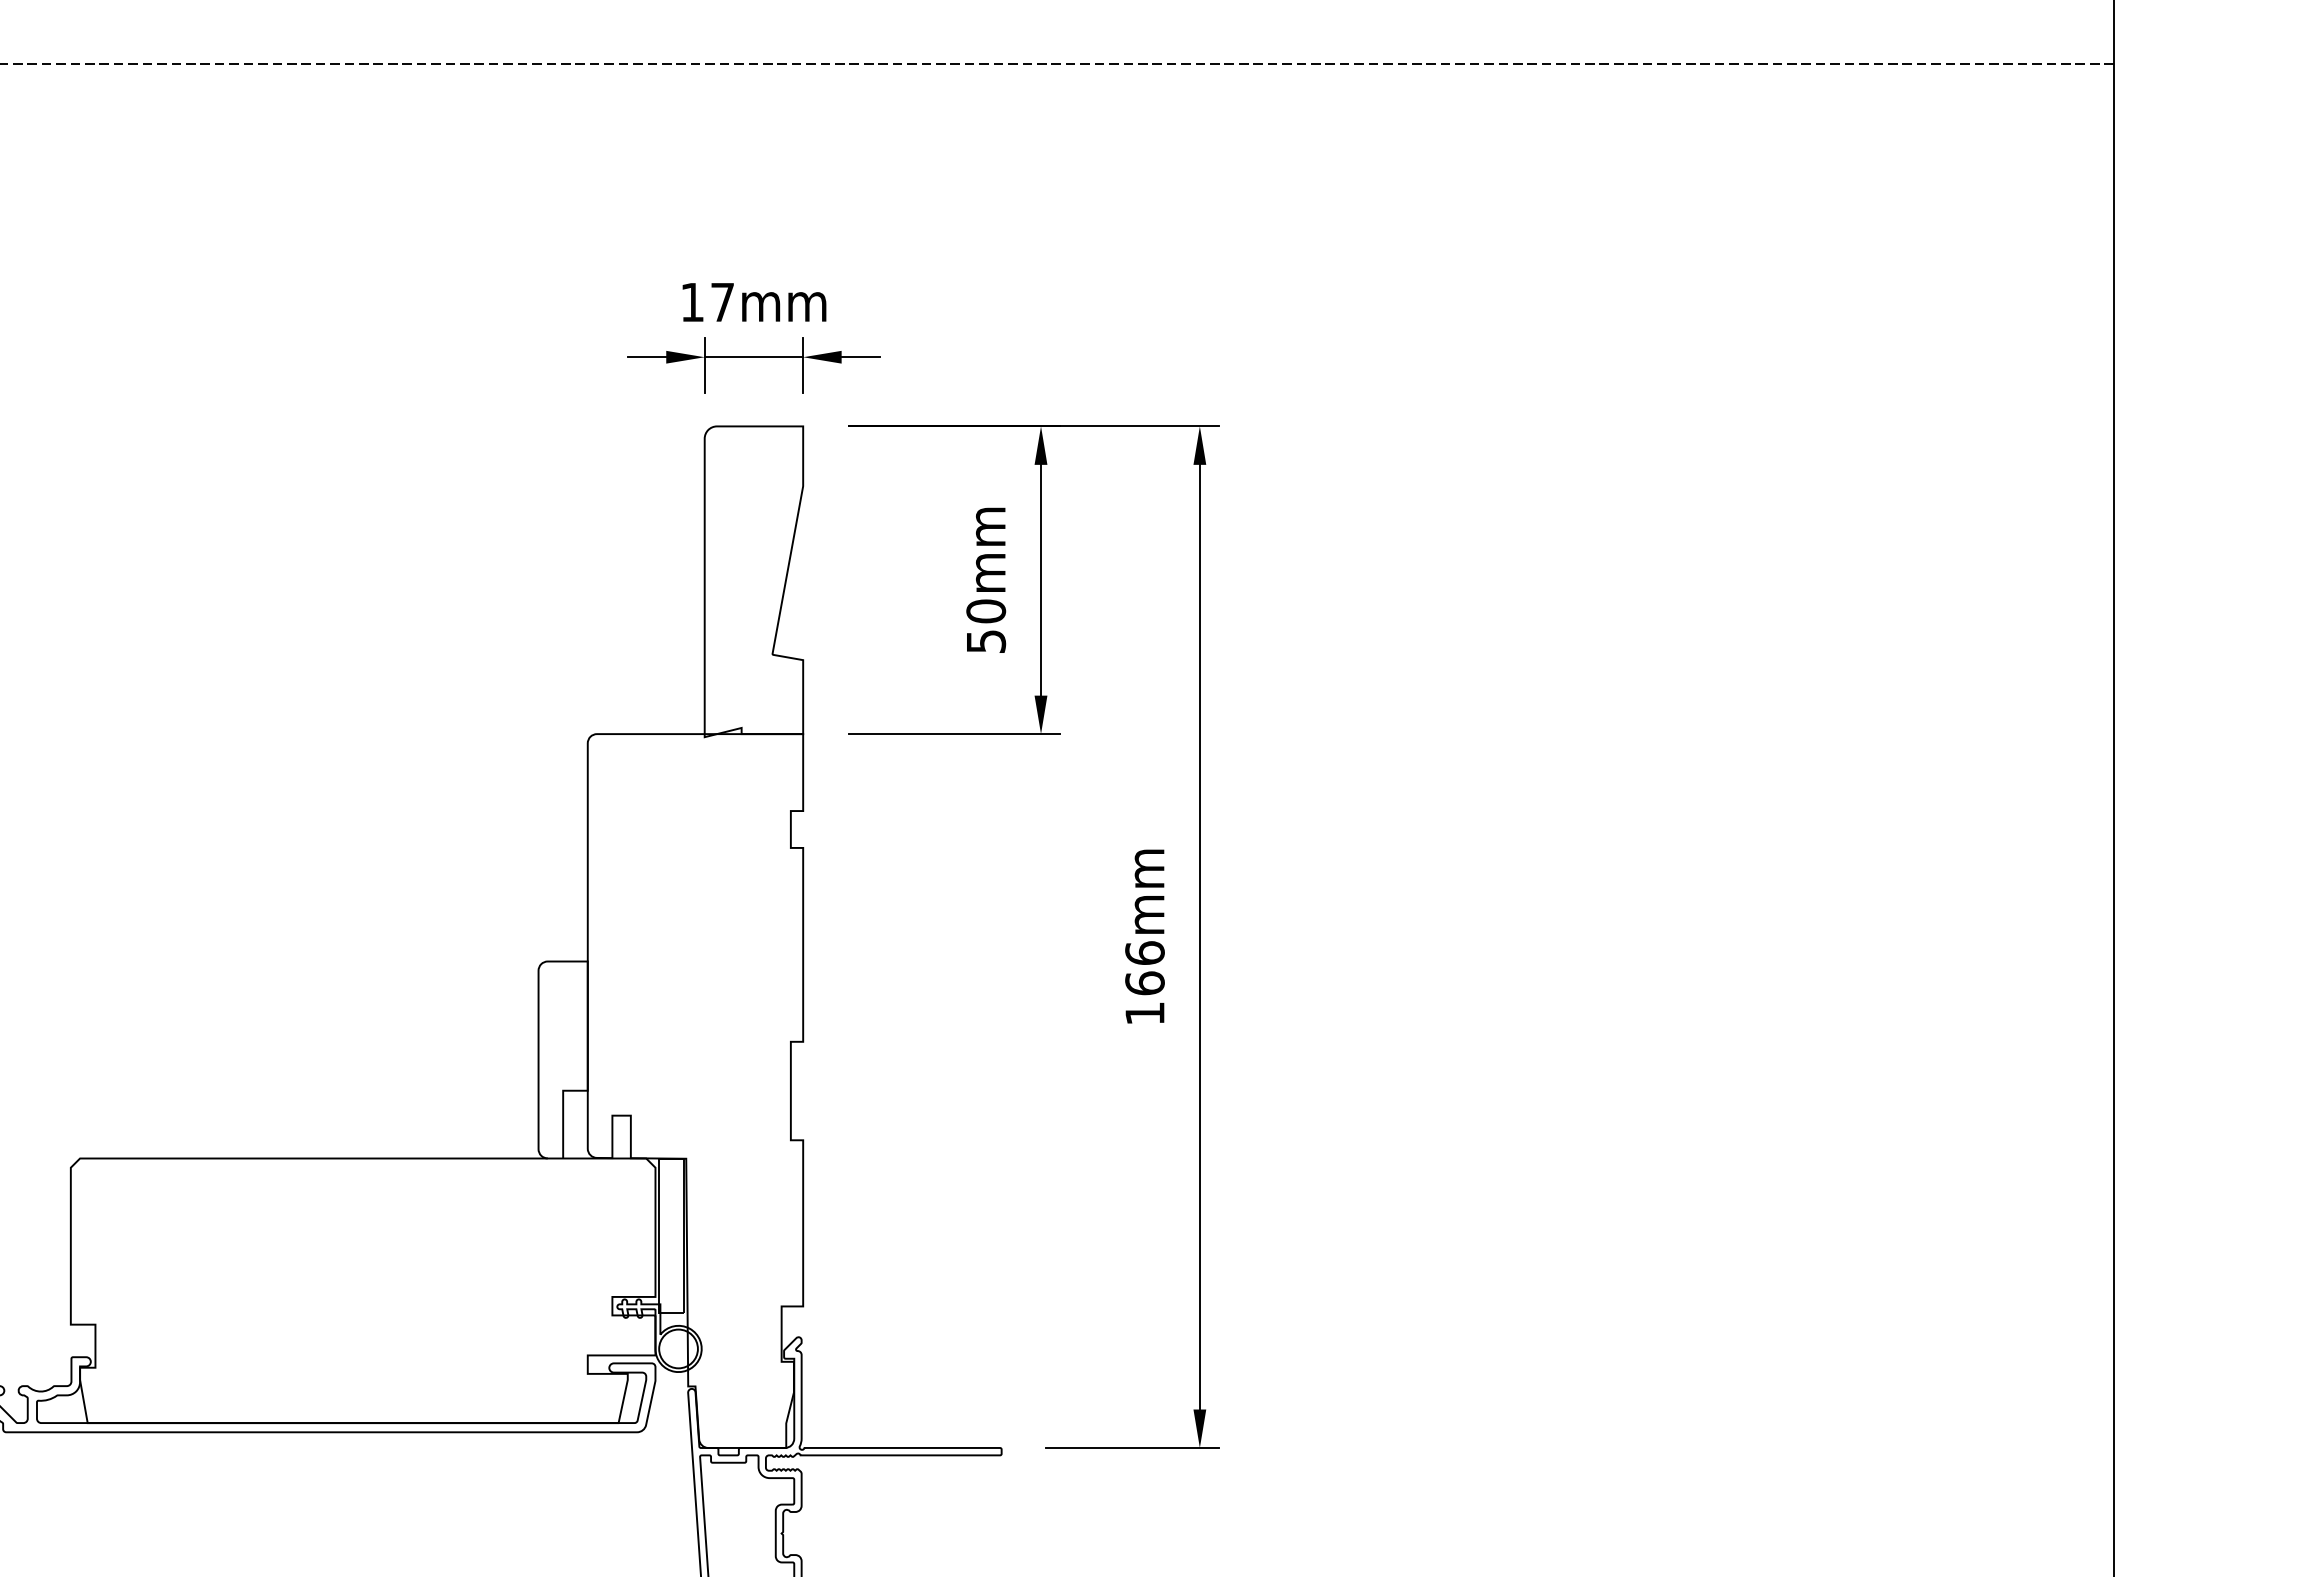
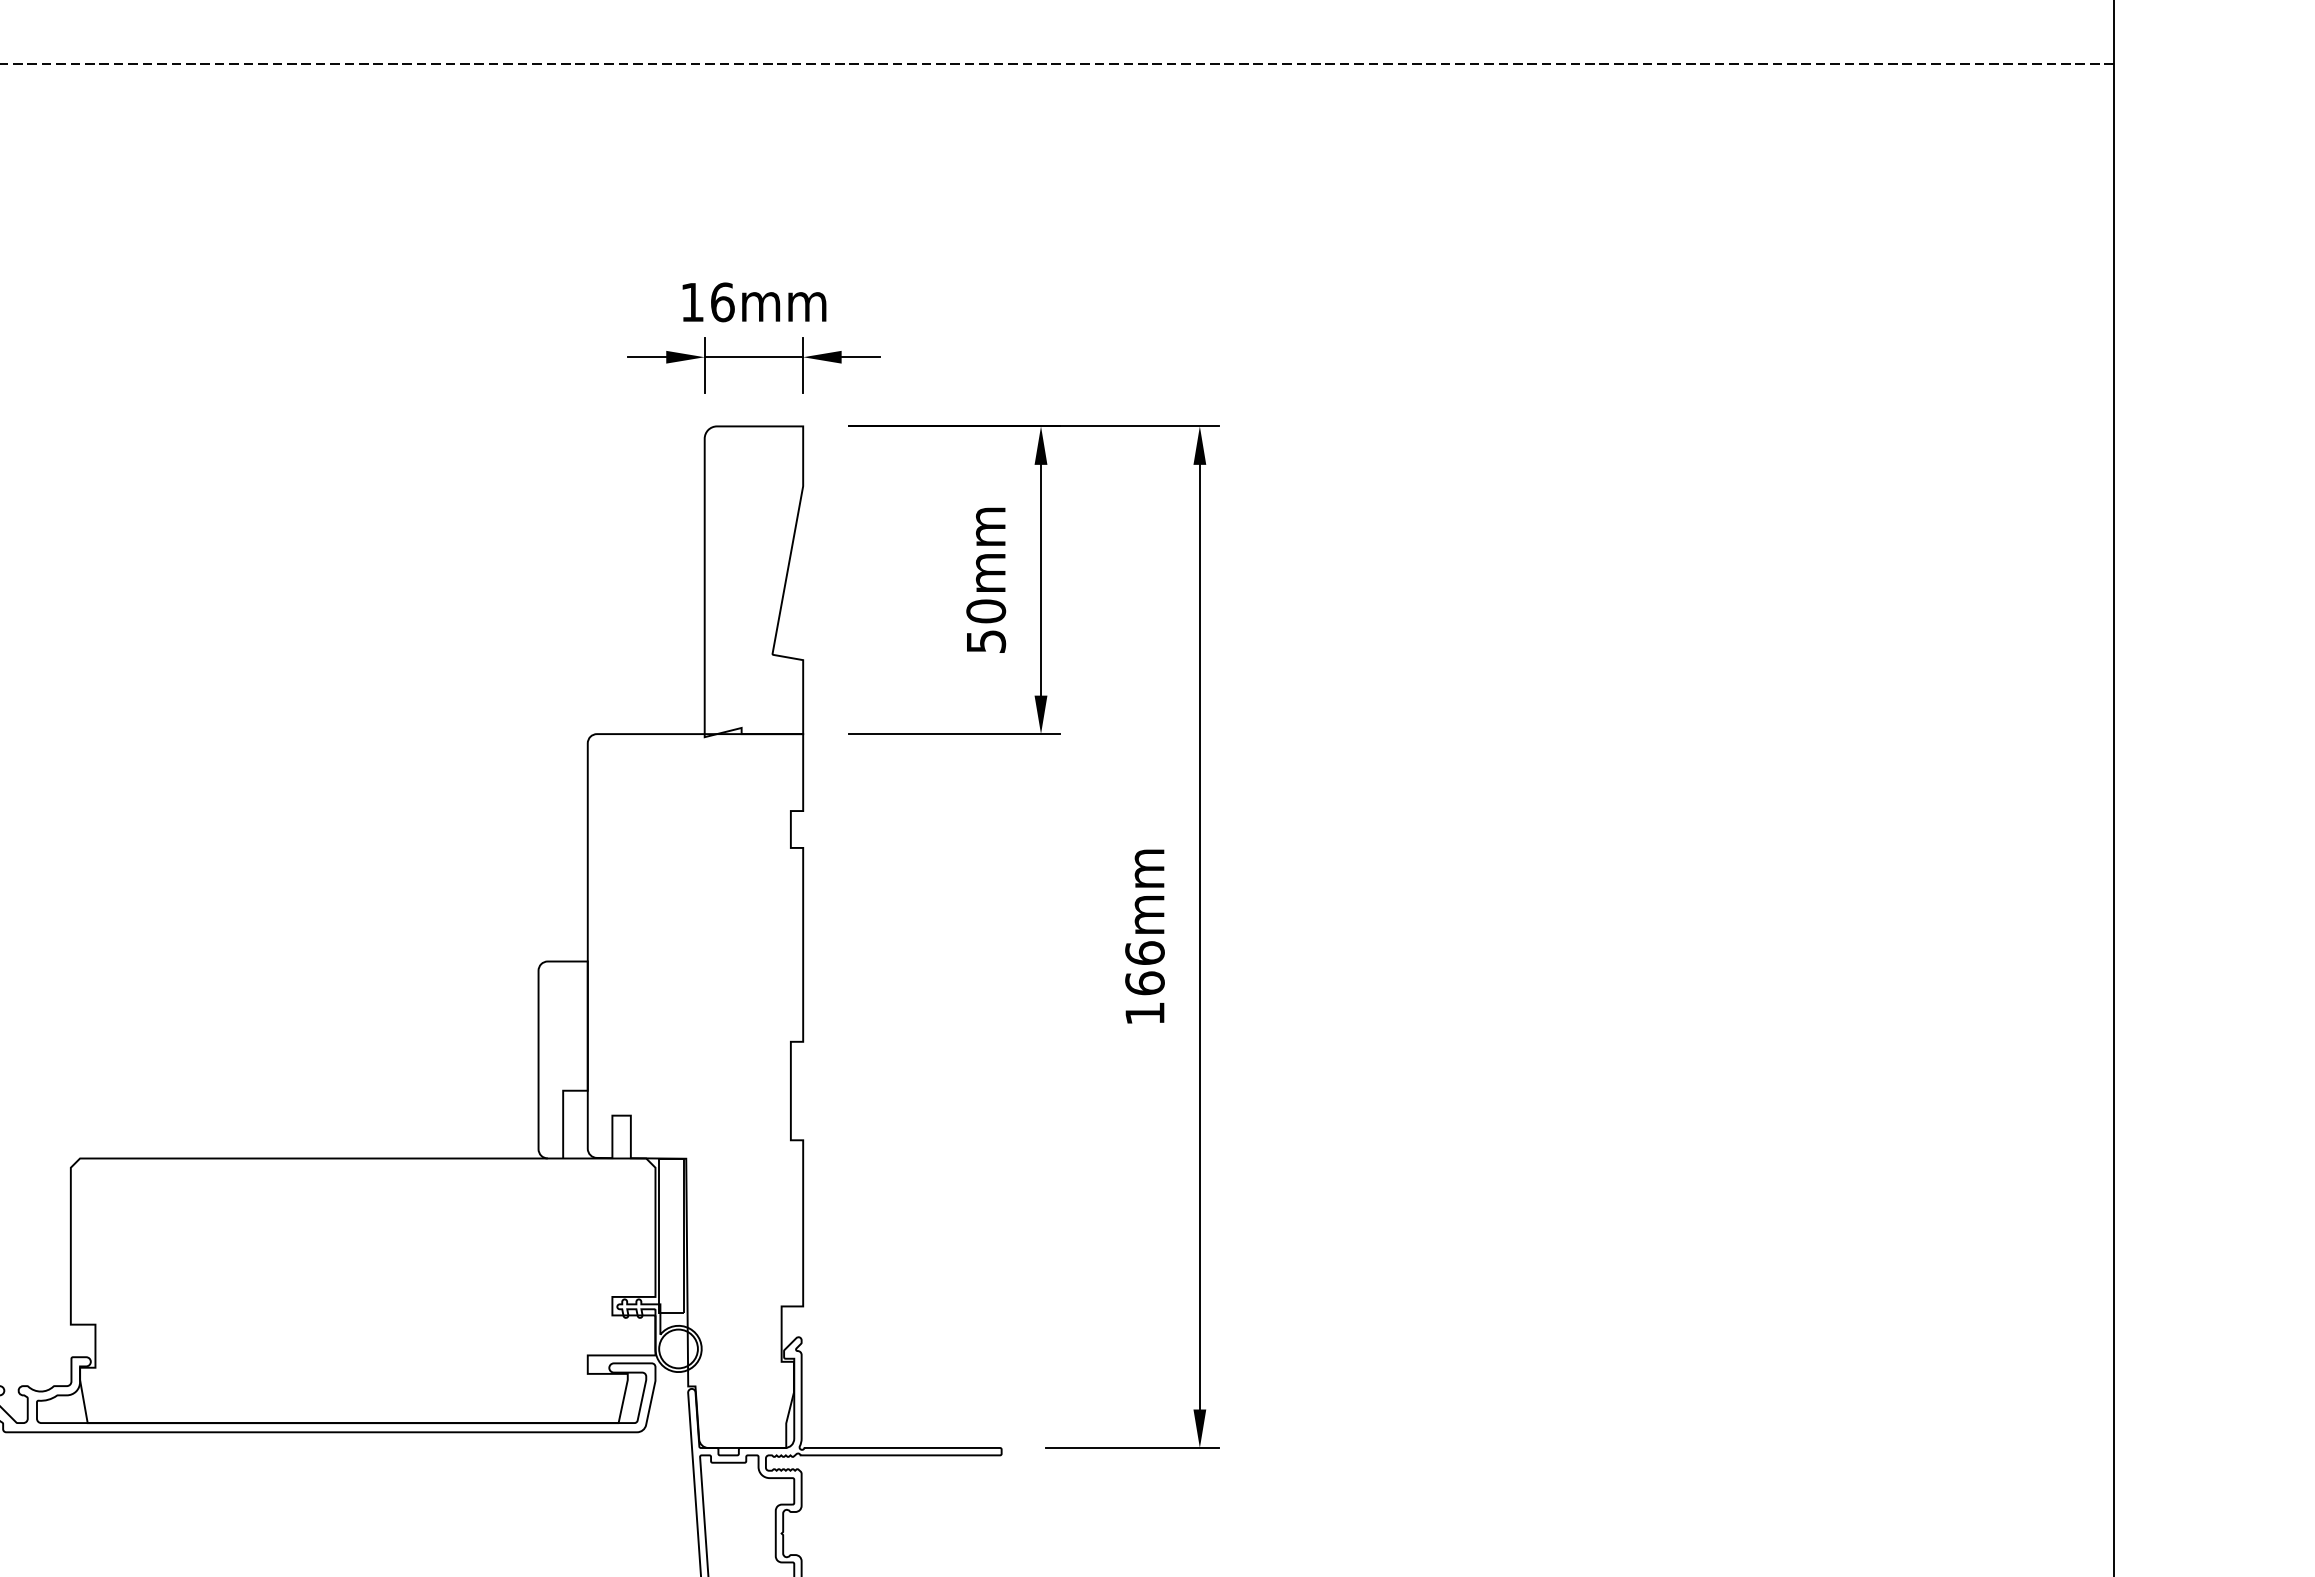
text at (722, 302): 17mm -> 16mm
